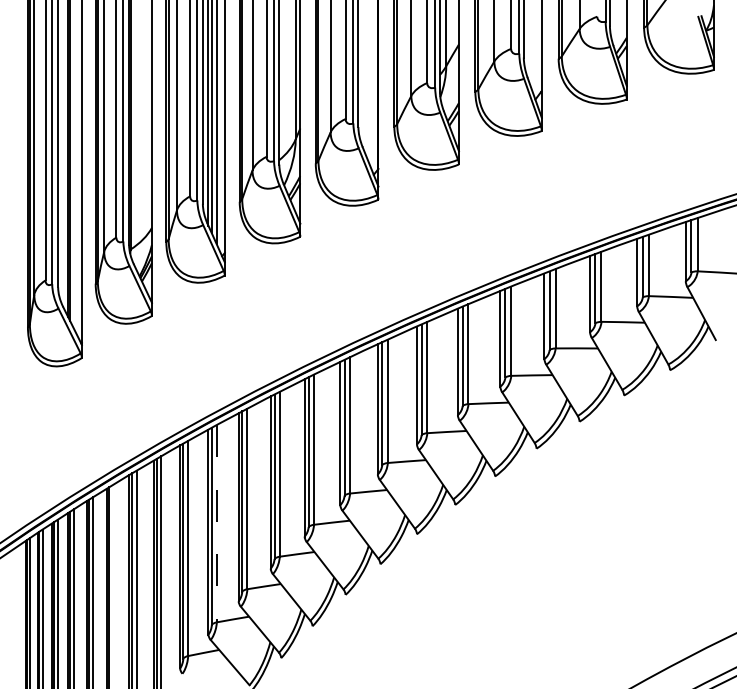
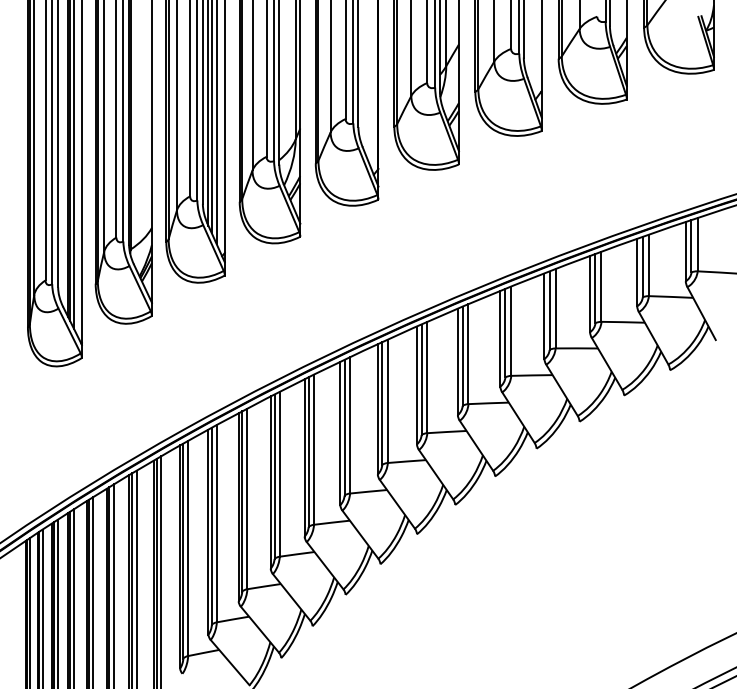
line at (74, 165): none -> present
line at (216, 523): dashed -> solid
line at (113, 584): none -> present
